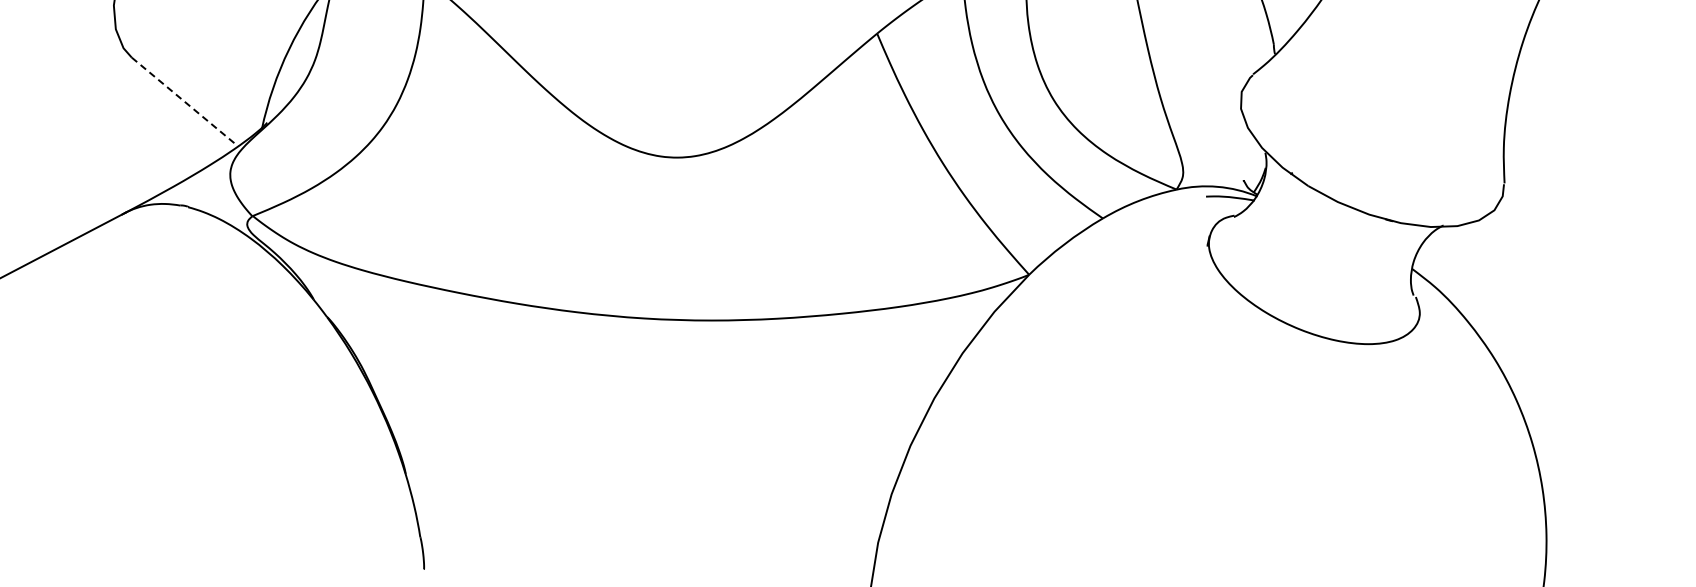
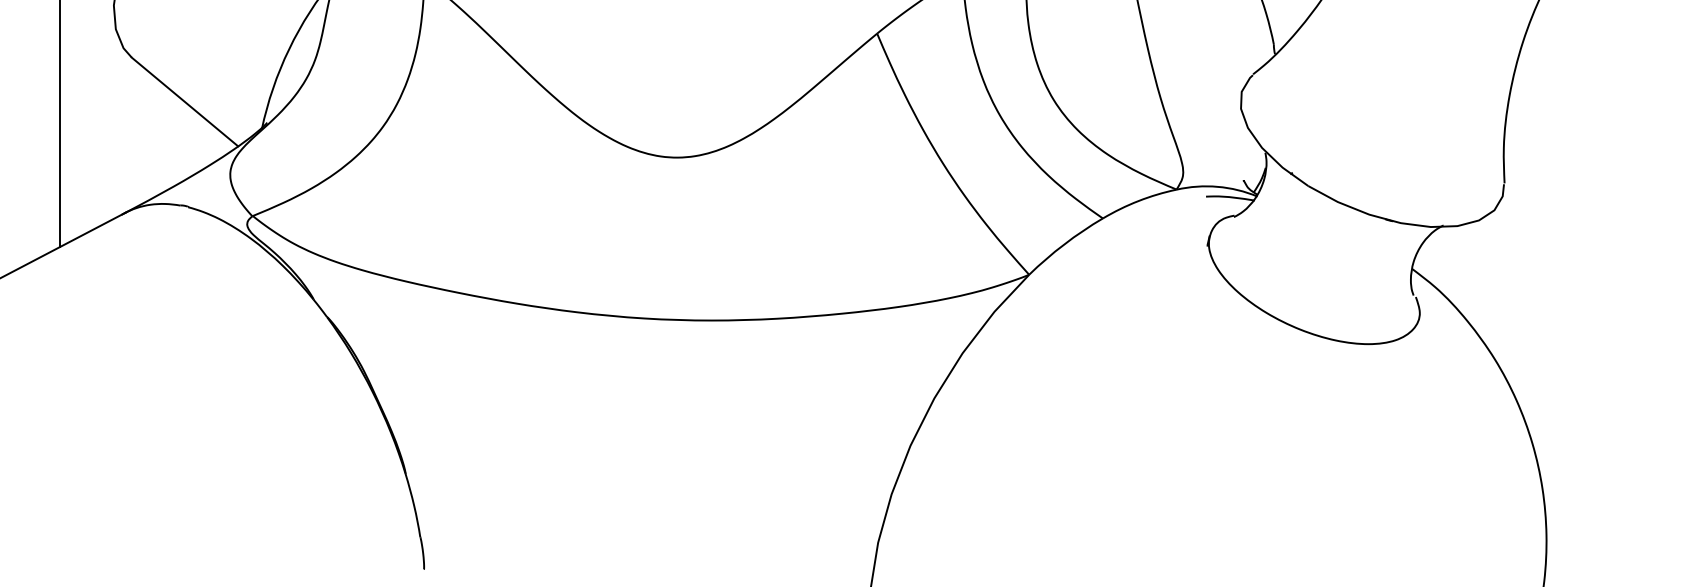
line at (185, 102): dashed -> solid
line at (60, 124): none -> present
